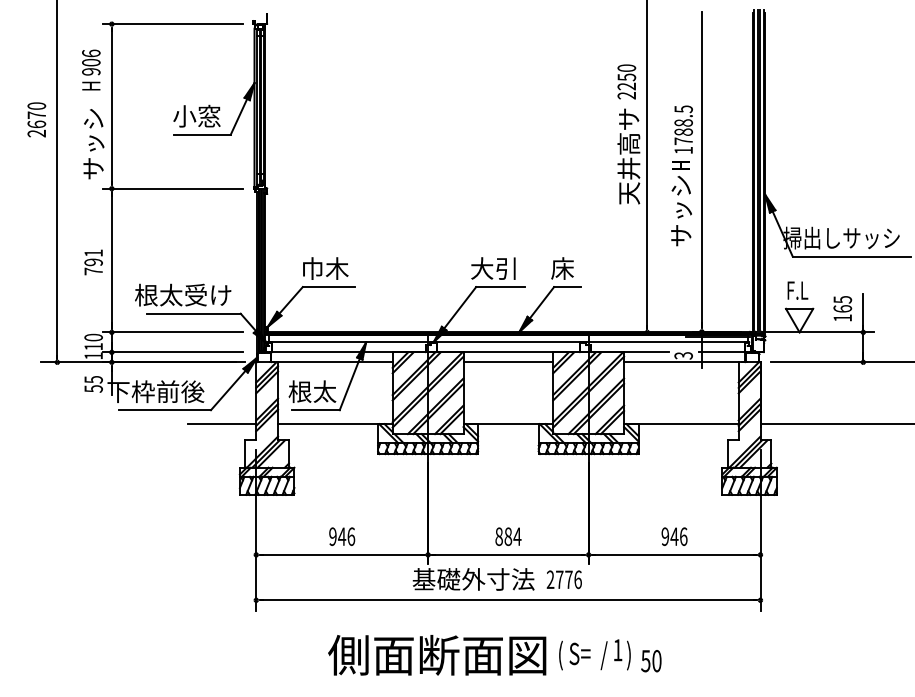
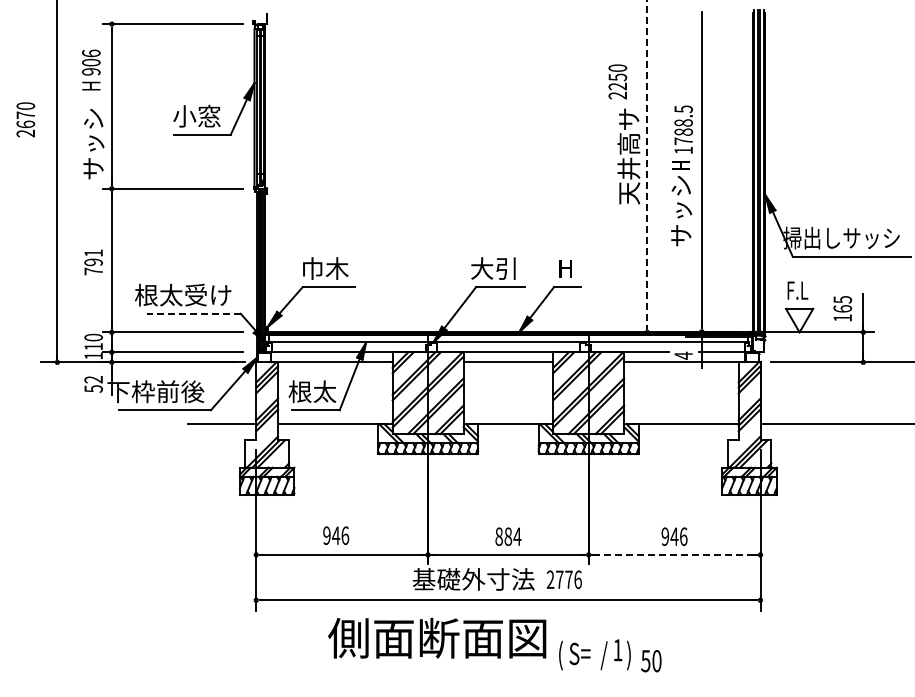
text at (626, 81) position: (626, 81) -> (617, 81)
text at (36, 119) position: (36, 119) -> (25, 119)
line at (647, 164): solid -> dashed
text at (562, 268): 床 -> H
line at (193, 313): solid -> dashed
text at (683, 355): 3 -> 4
text at (93, 379): 55 -> 52
text at (342, 536) position: (342, 536) -> (336, 535)
line at (675, 554): solid -> dashed
text at (437, 655) position: (437, 655) -> (437, 638)
